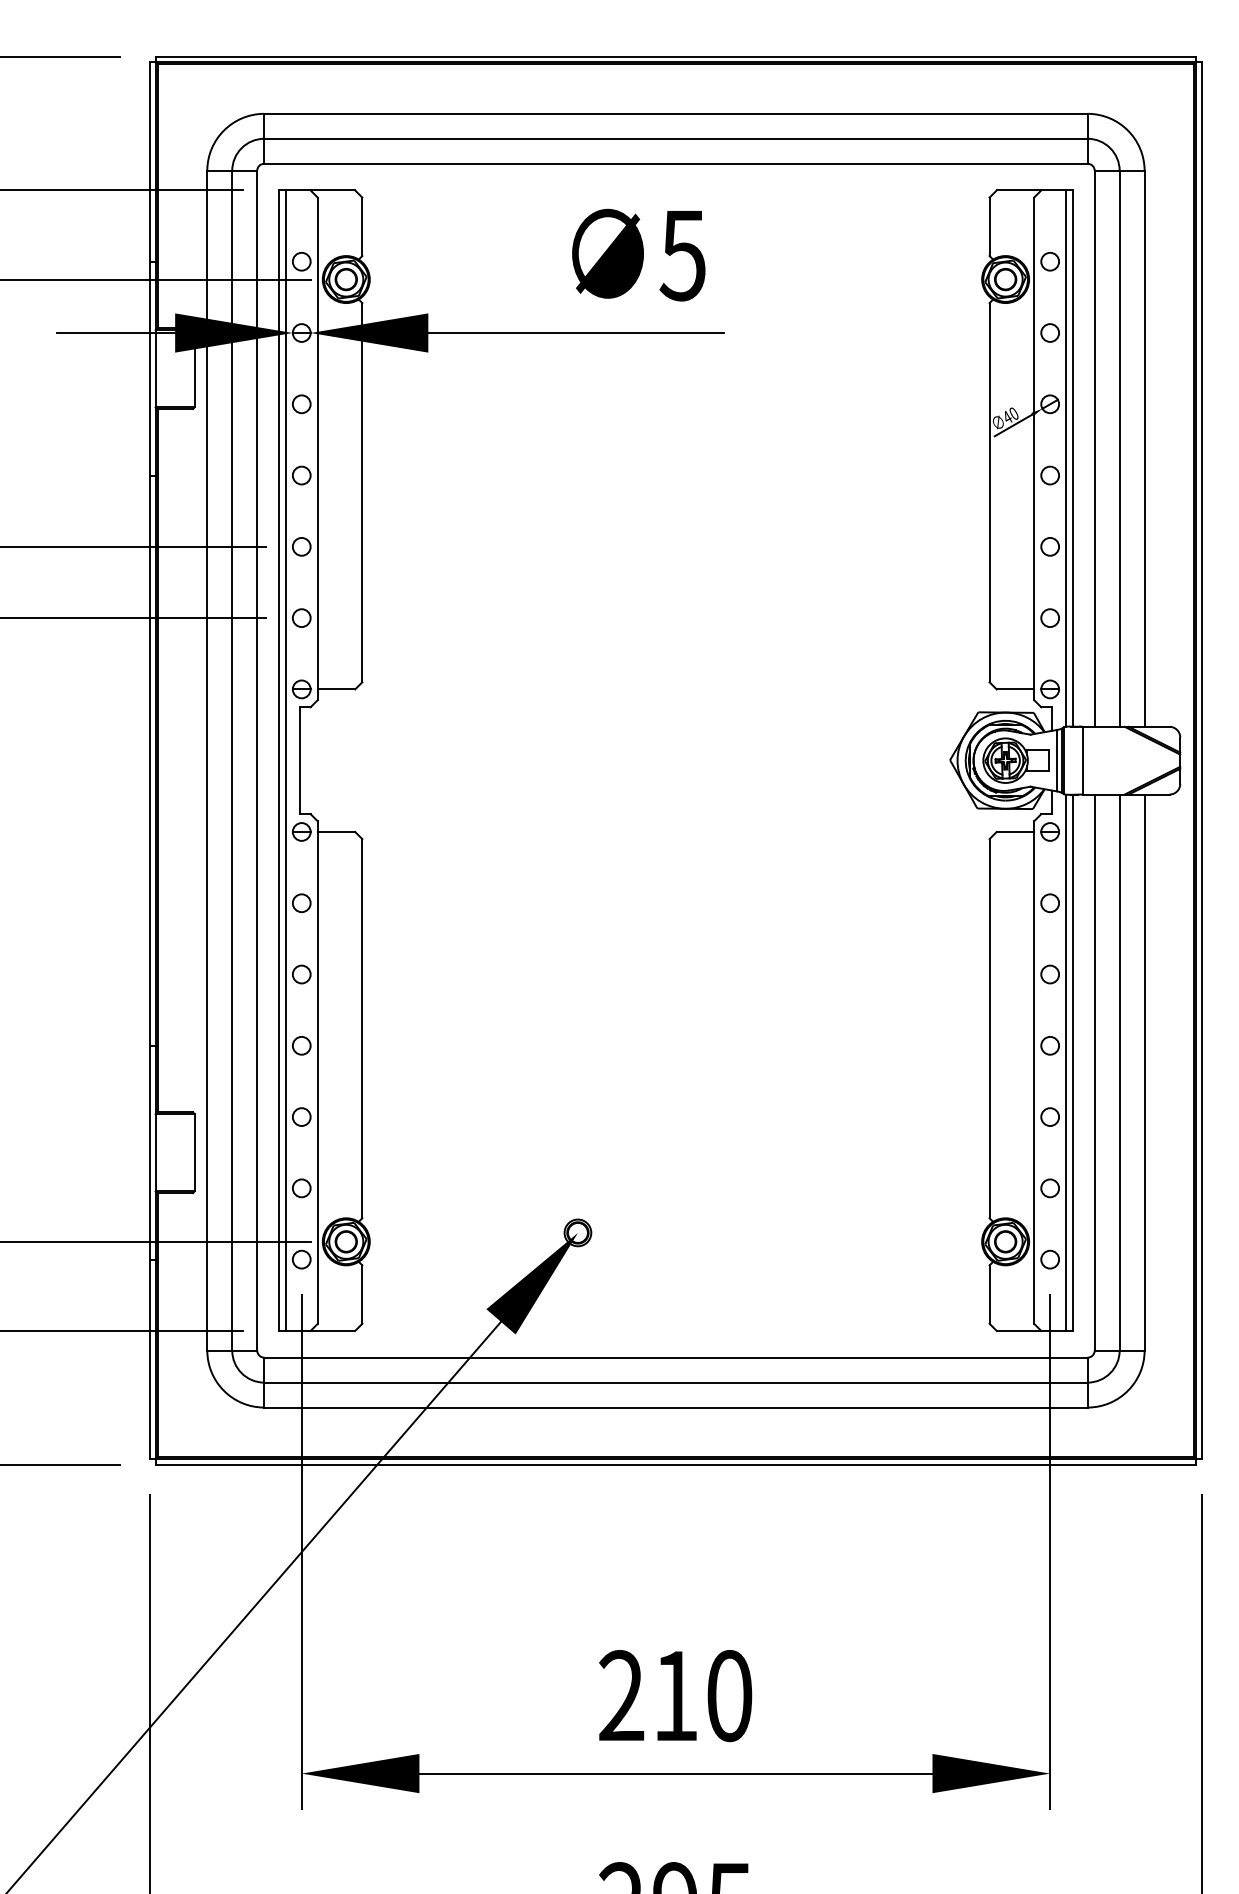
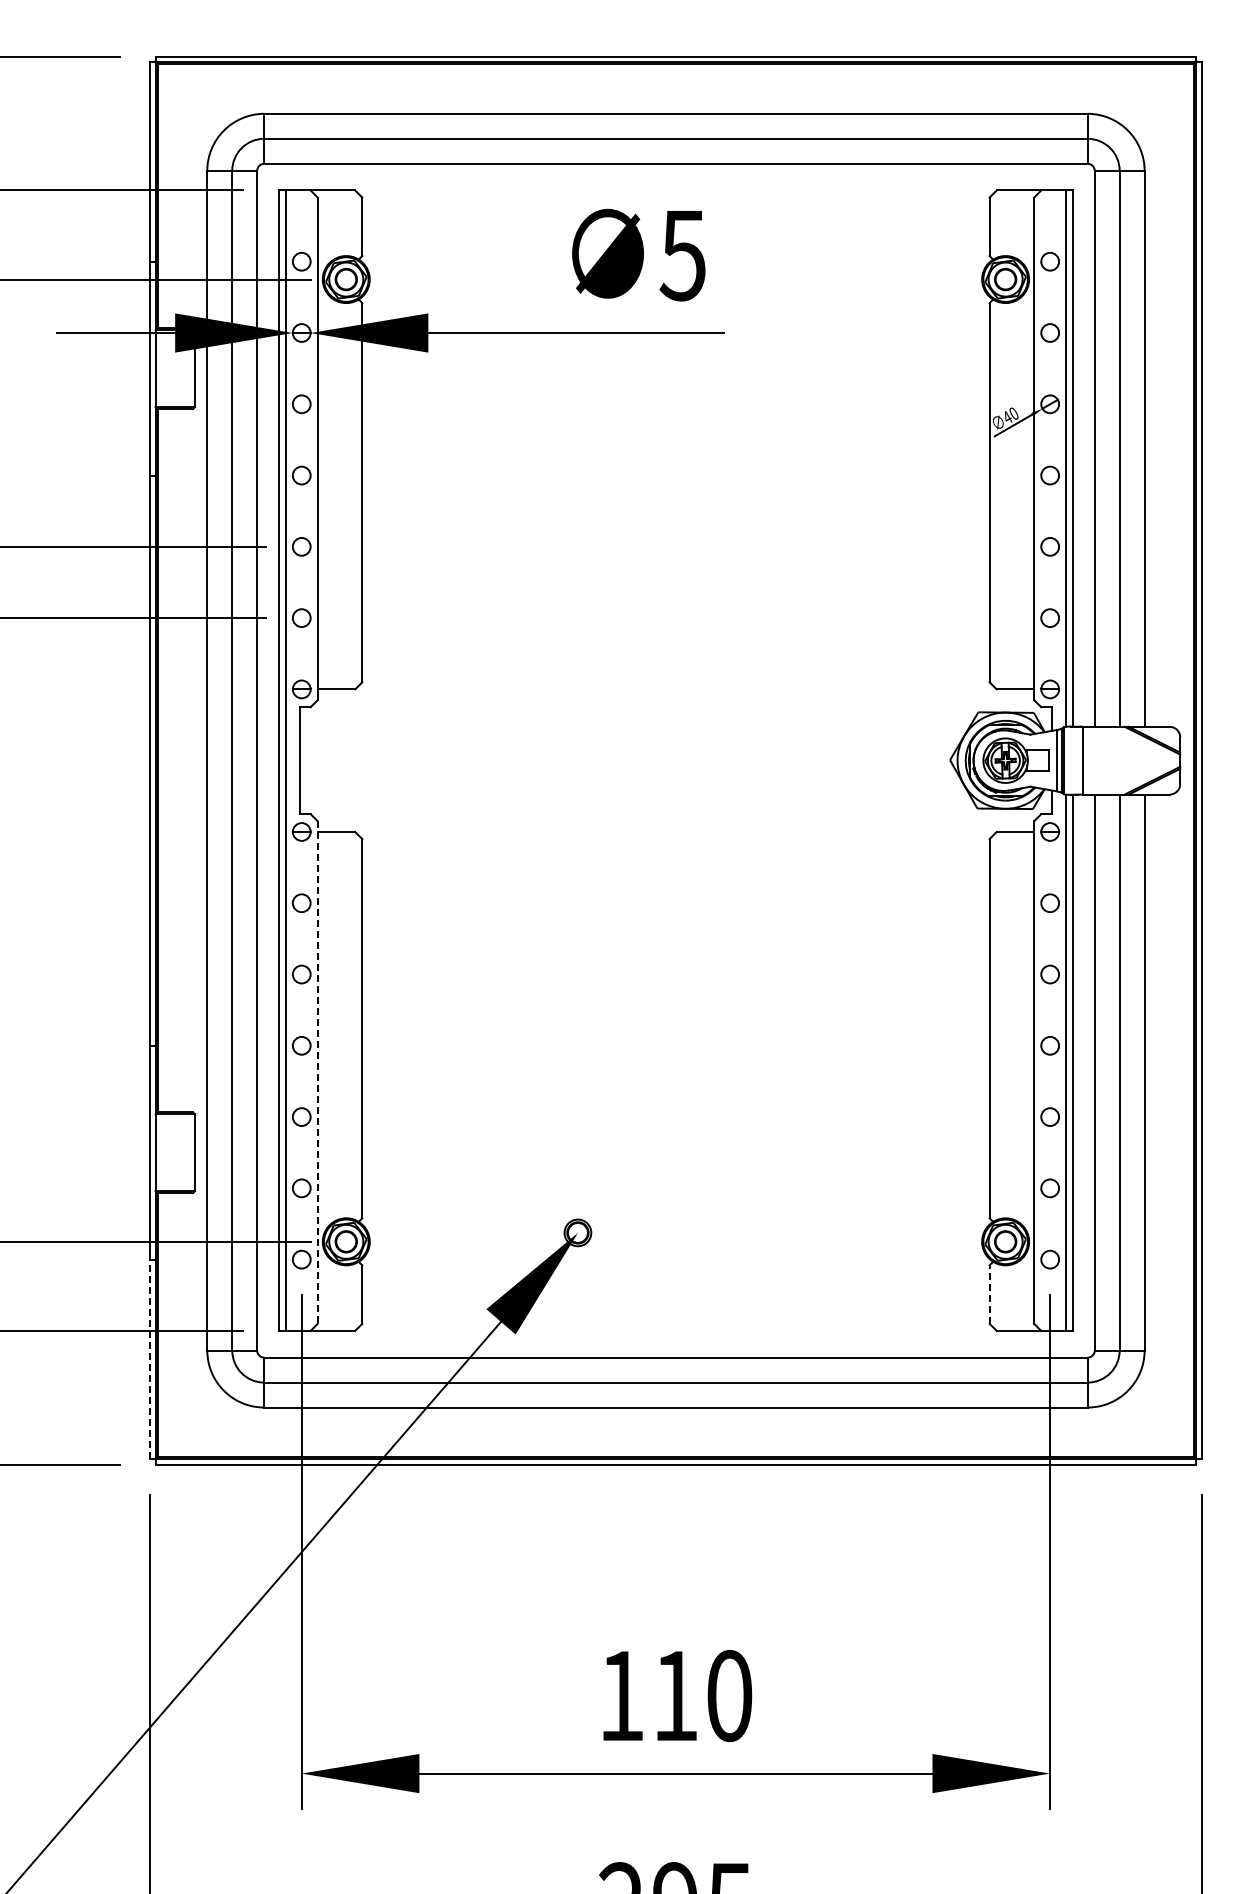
line at (317, 1073): solid -> dashed
line at (989, 1294): solid -> dashed
line at (150, 1359): solid -> dashed
text at (621, 1695): 210 -> 110
